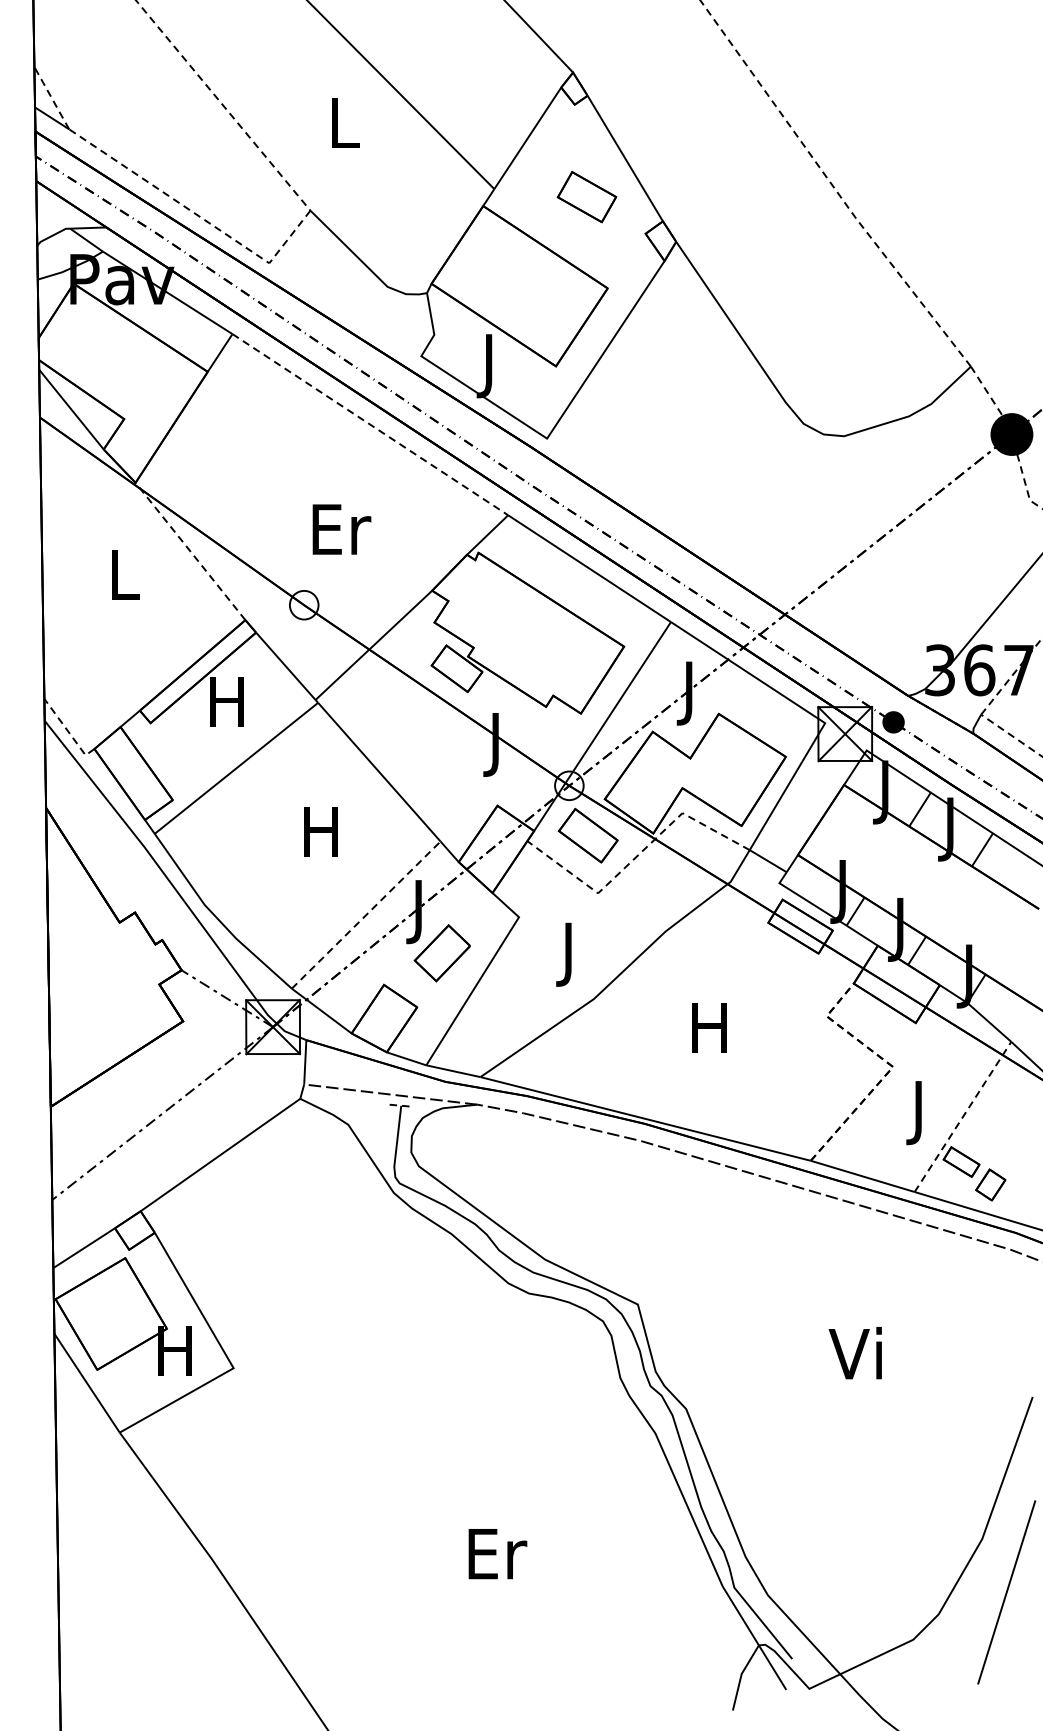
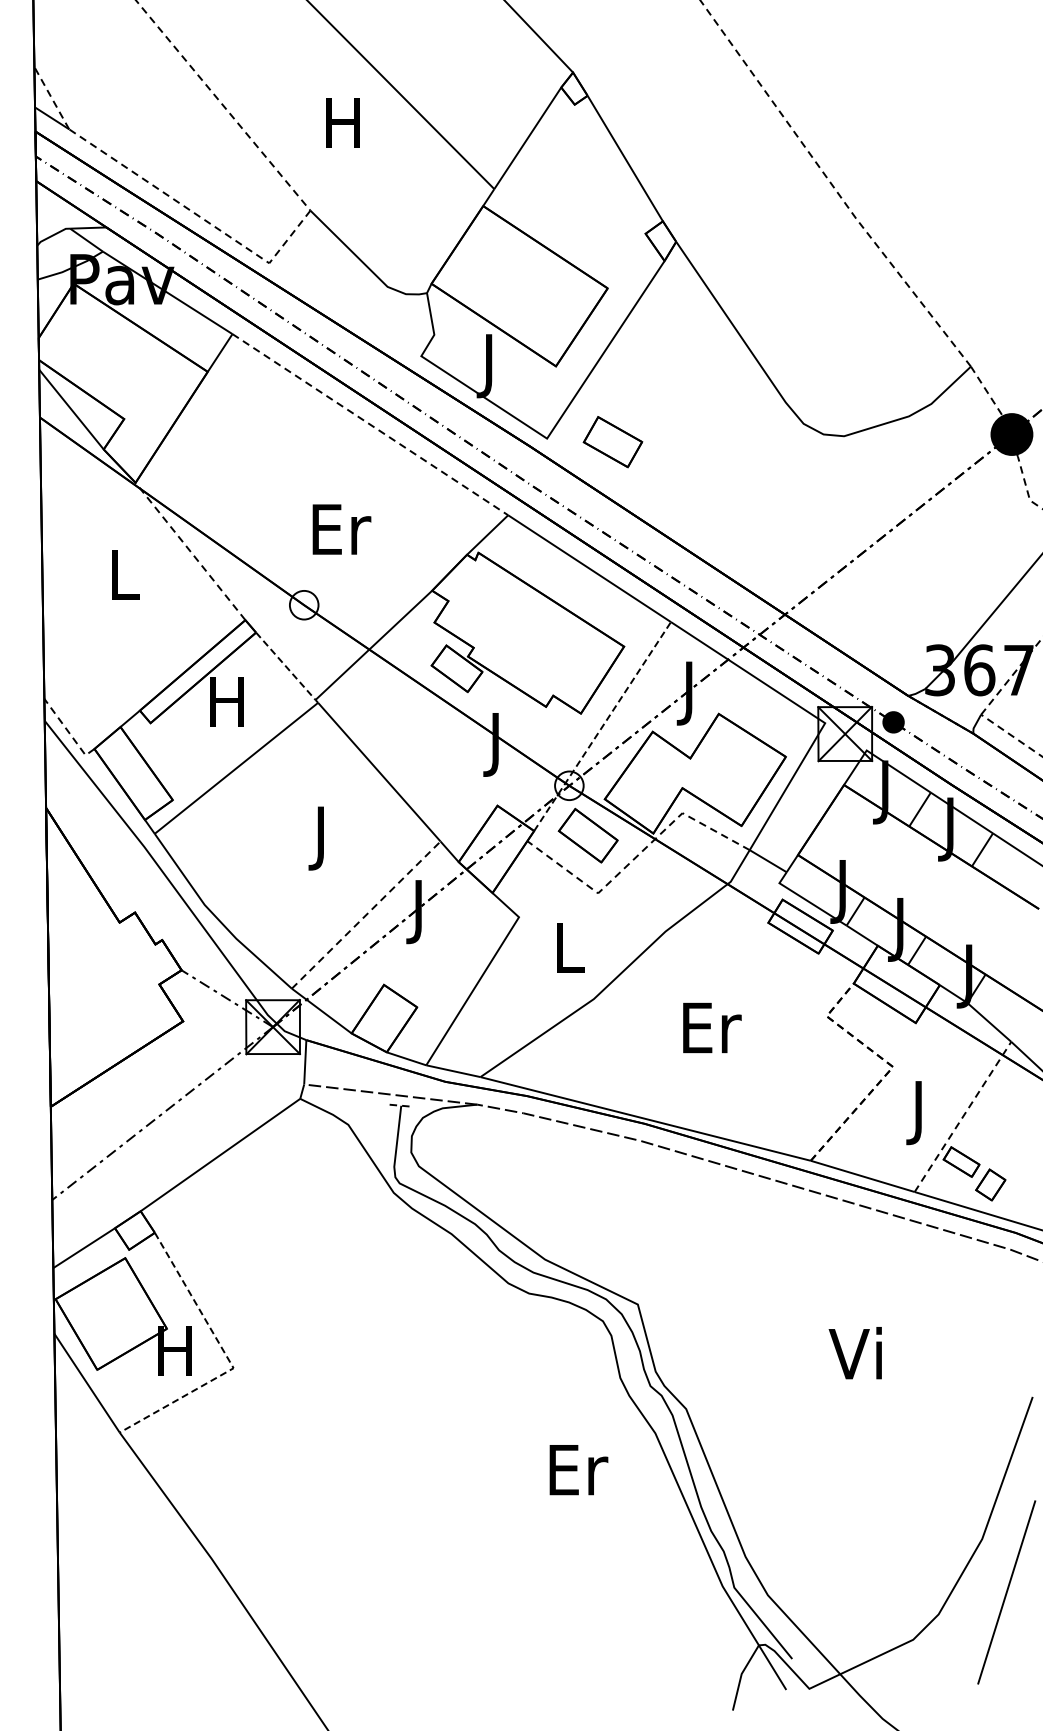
text at (342, 122): L -> H
part at (586, 197) position: (586, 197) -> (612, 442)
line at (285, 666): solid -> dashed
line at (602, 726): solid -> dashed
text at (320, 838): H -> J
part at (441, 953): present -> none
text at (570, 954): J -> L
text at (712, 1027): H -> Er
line at (227, 1357): solid -> dashed
text at (497, 1554) position: (497, 1554) -> (578, 1470)
